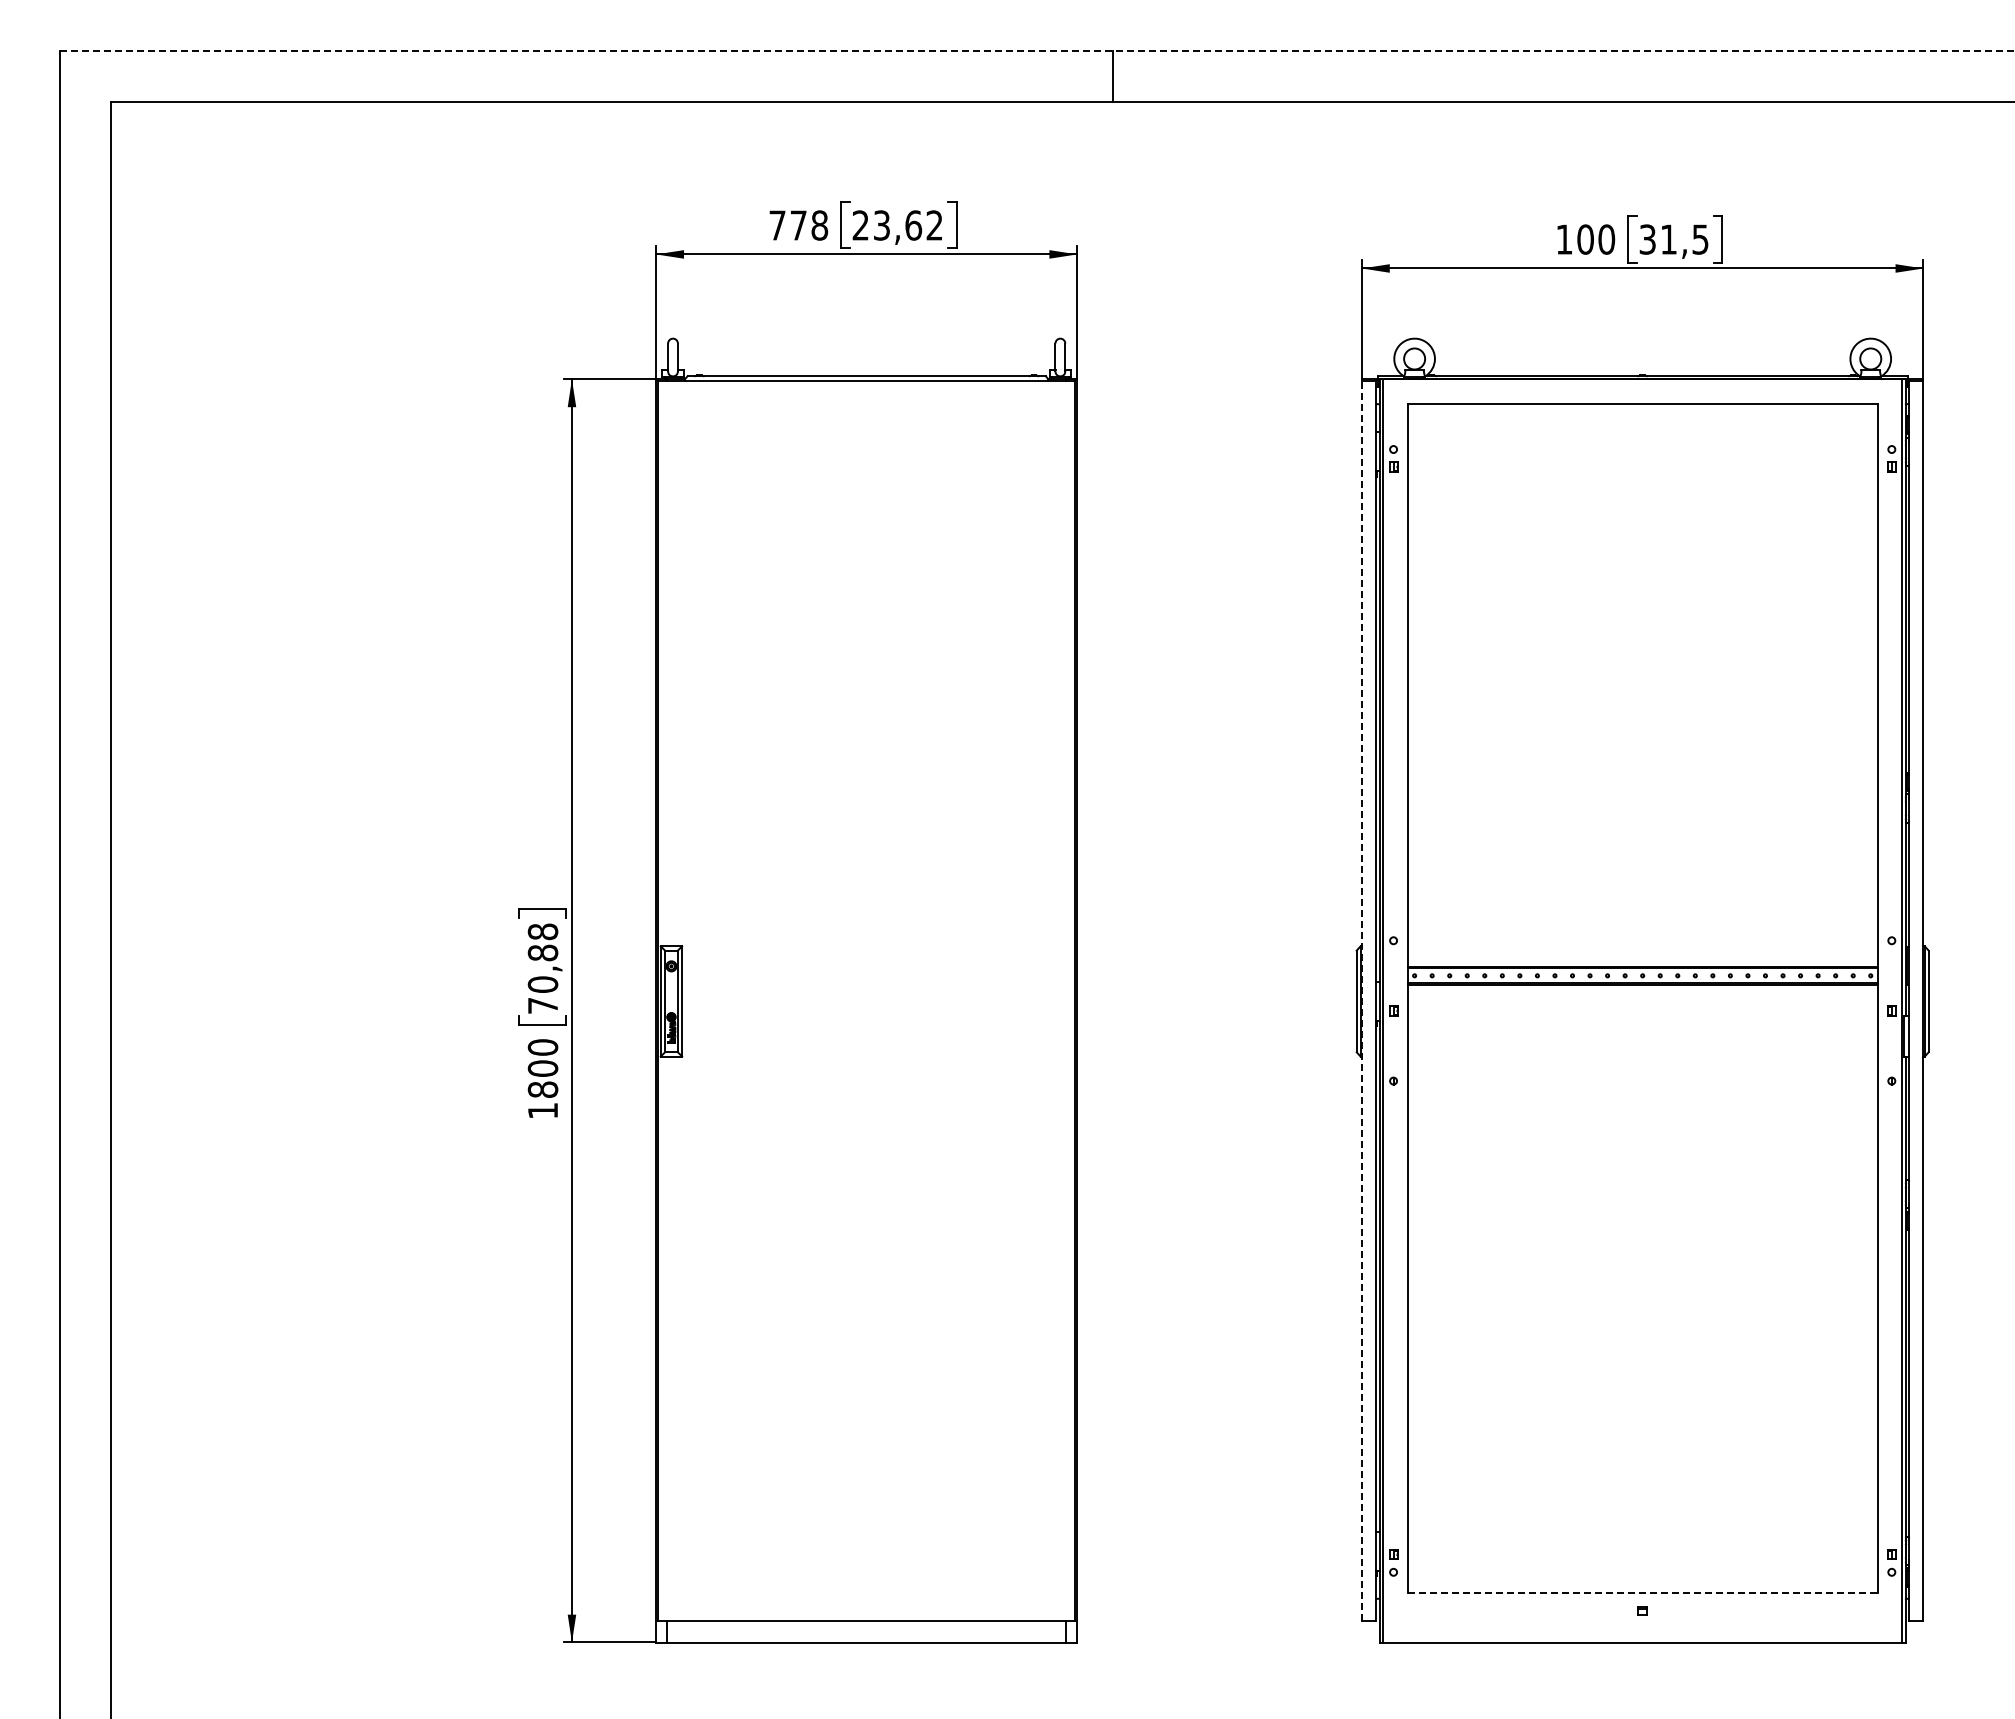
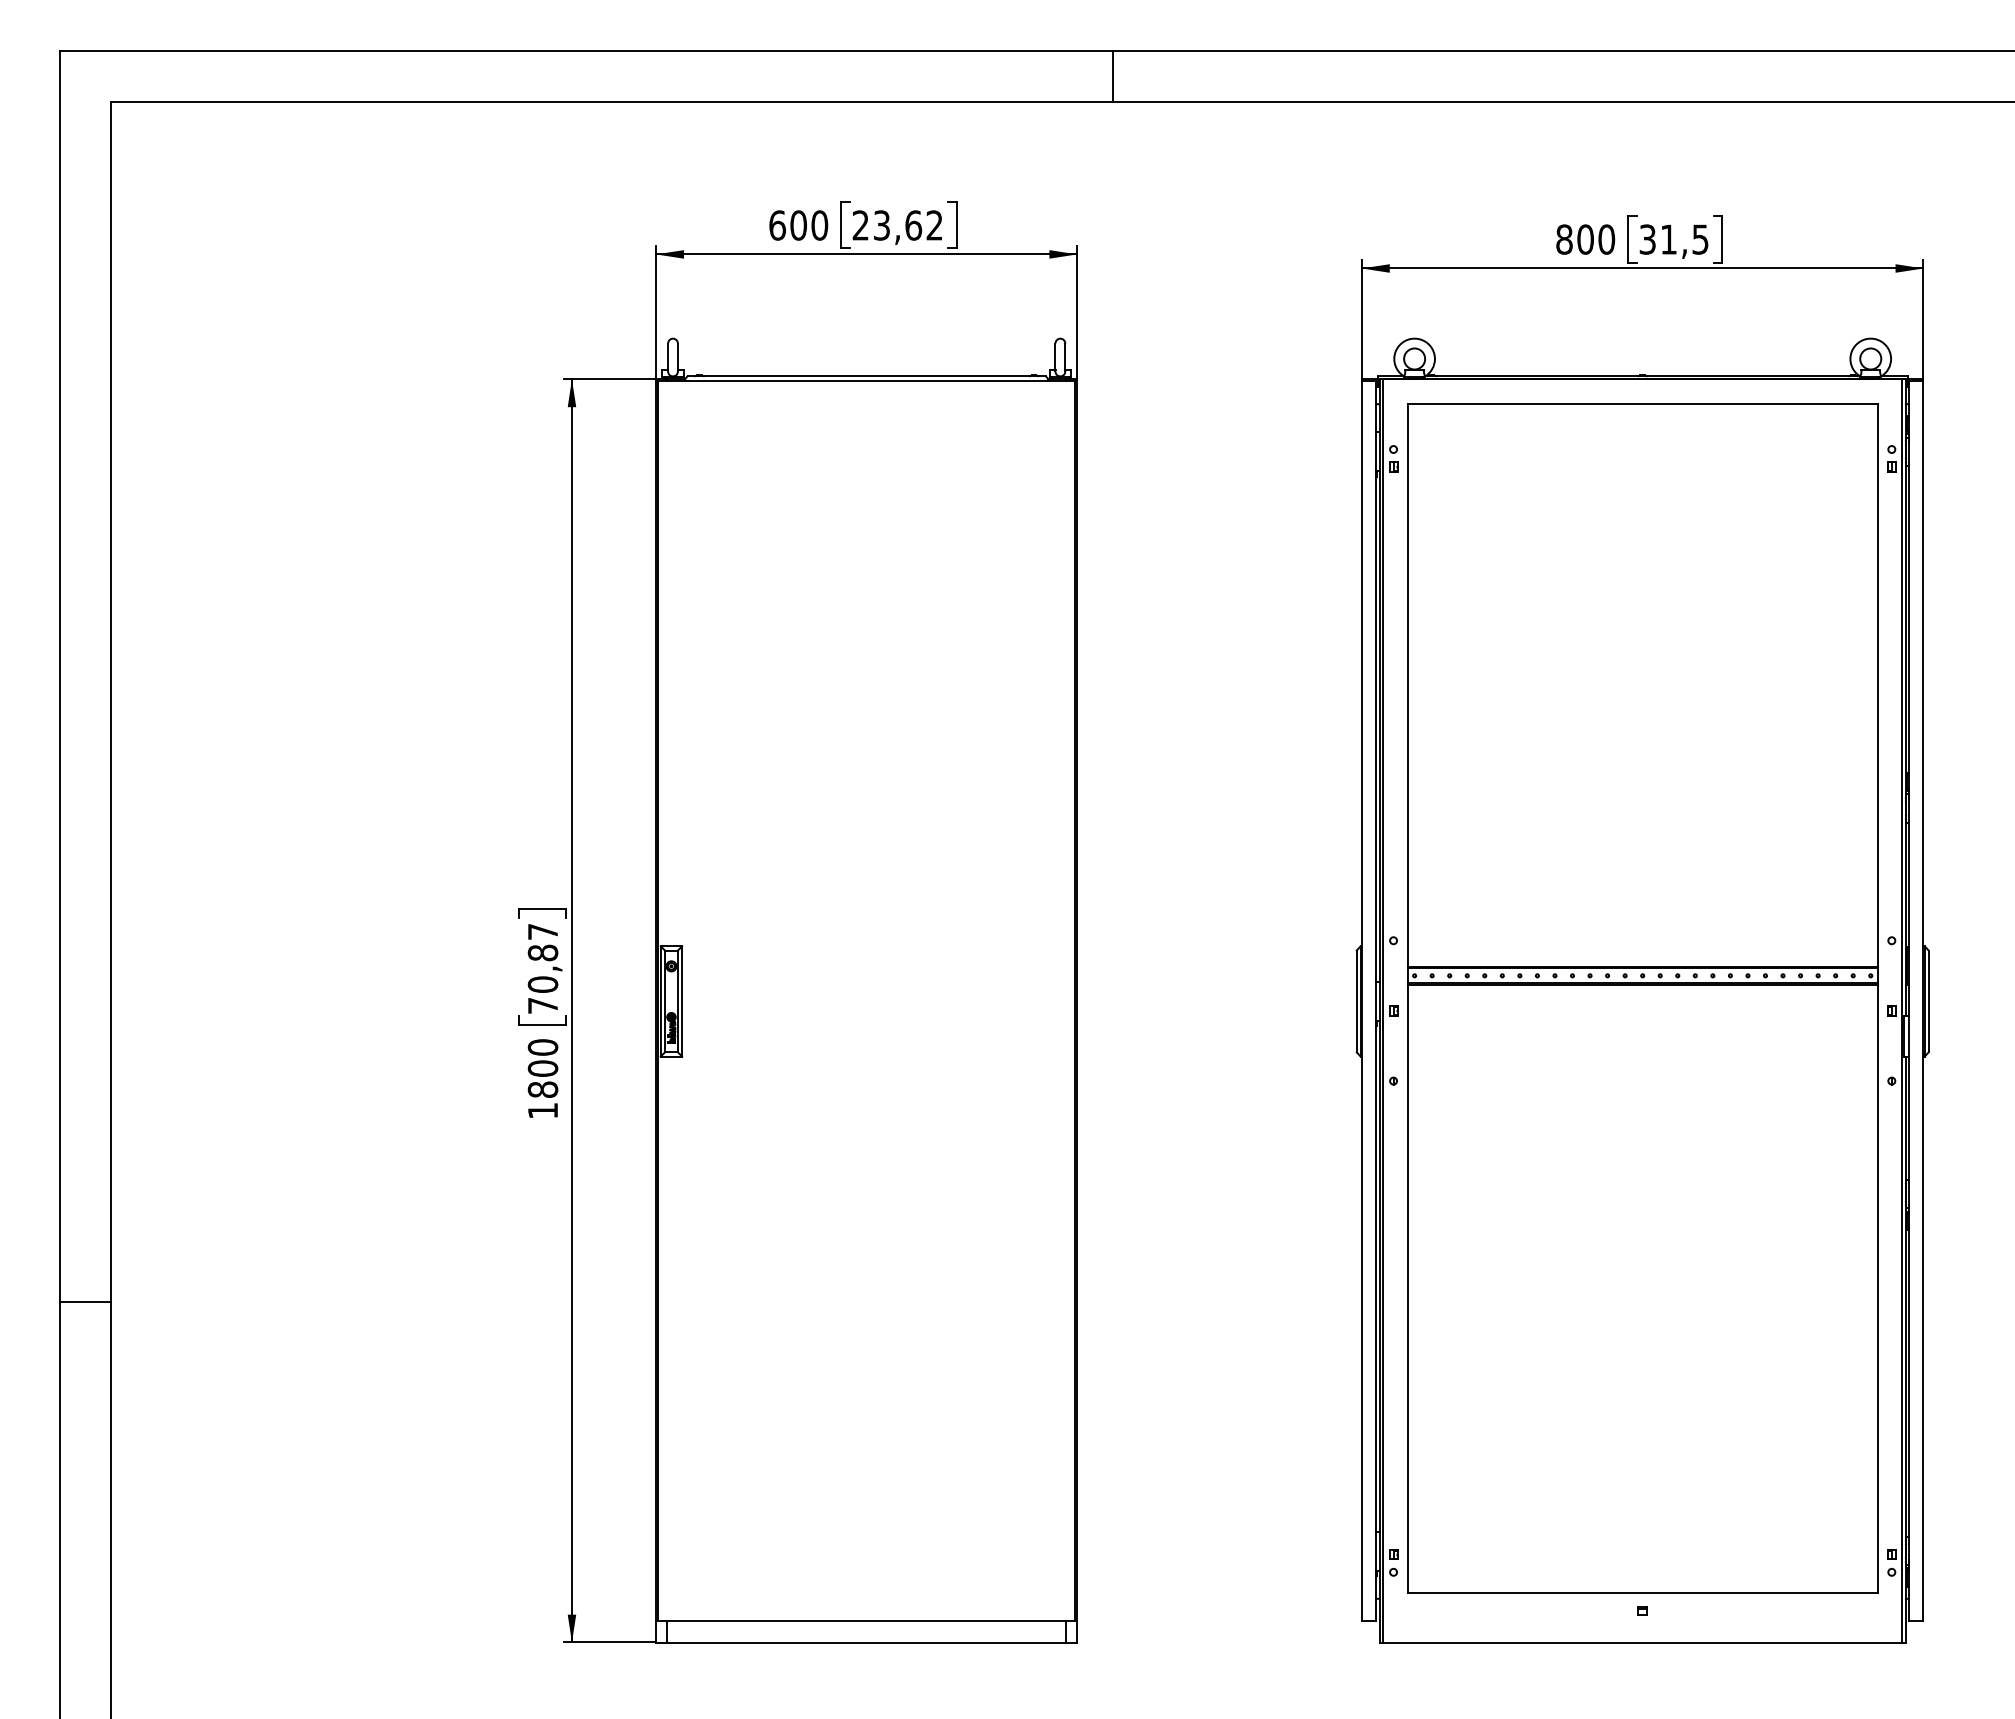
line at (1037, 51): dashed -> solid
text at (798, 225): 778 -> 600
text at (1564, 239): 100 -> 800
text at (542, 931): 70,88 -> 70,87
line at (1361, 1001): dashed -> solid
line at (85, 1302): none -> present
line at (1643, 1593): dashed -> solid
